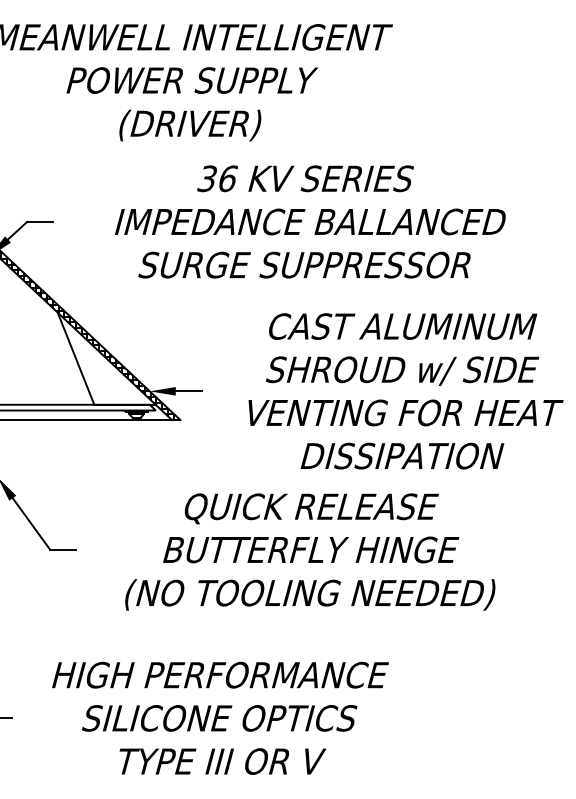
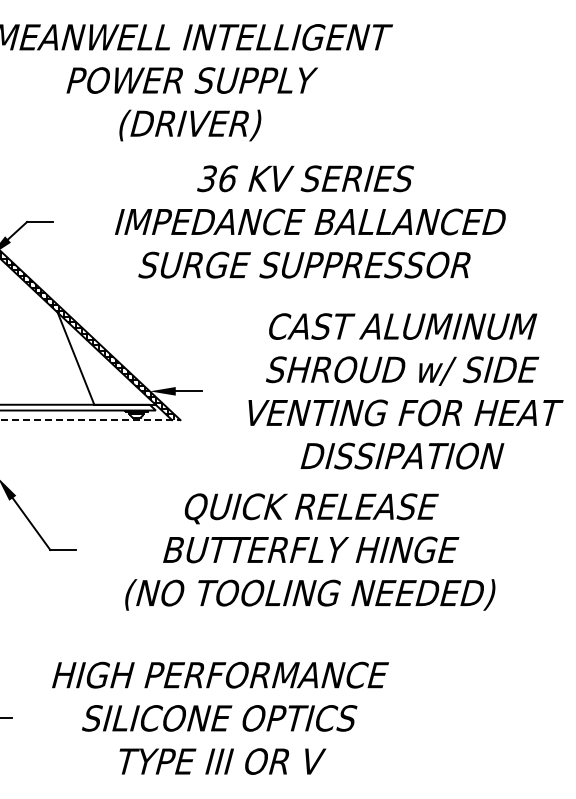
line at (90, 420): solid -> dashed
